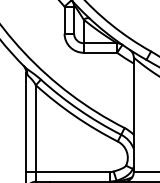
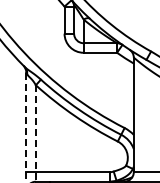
line at (26, 127): solid -> dashed
line at (35, 134): solid -> dashed
